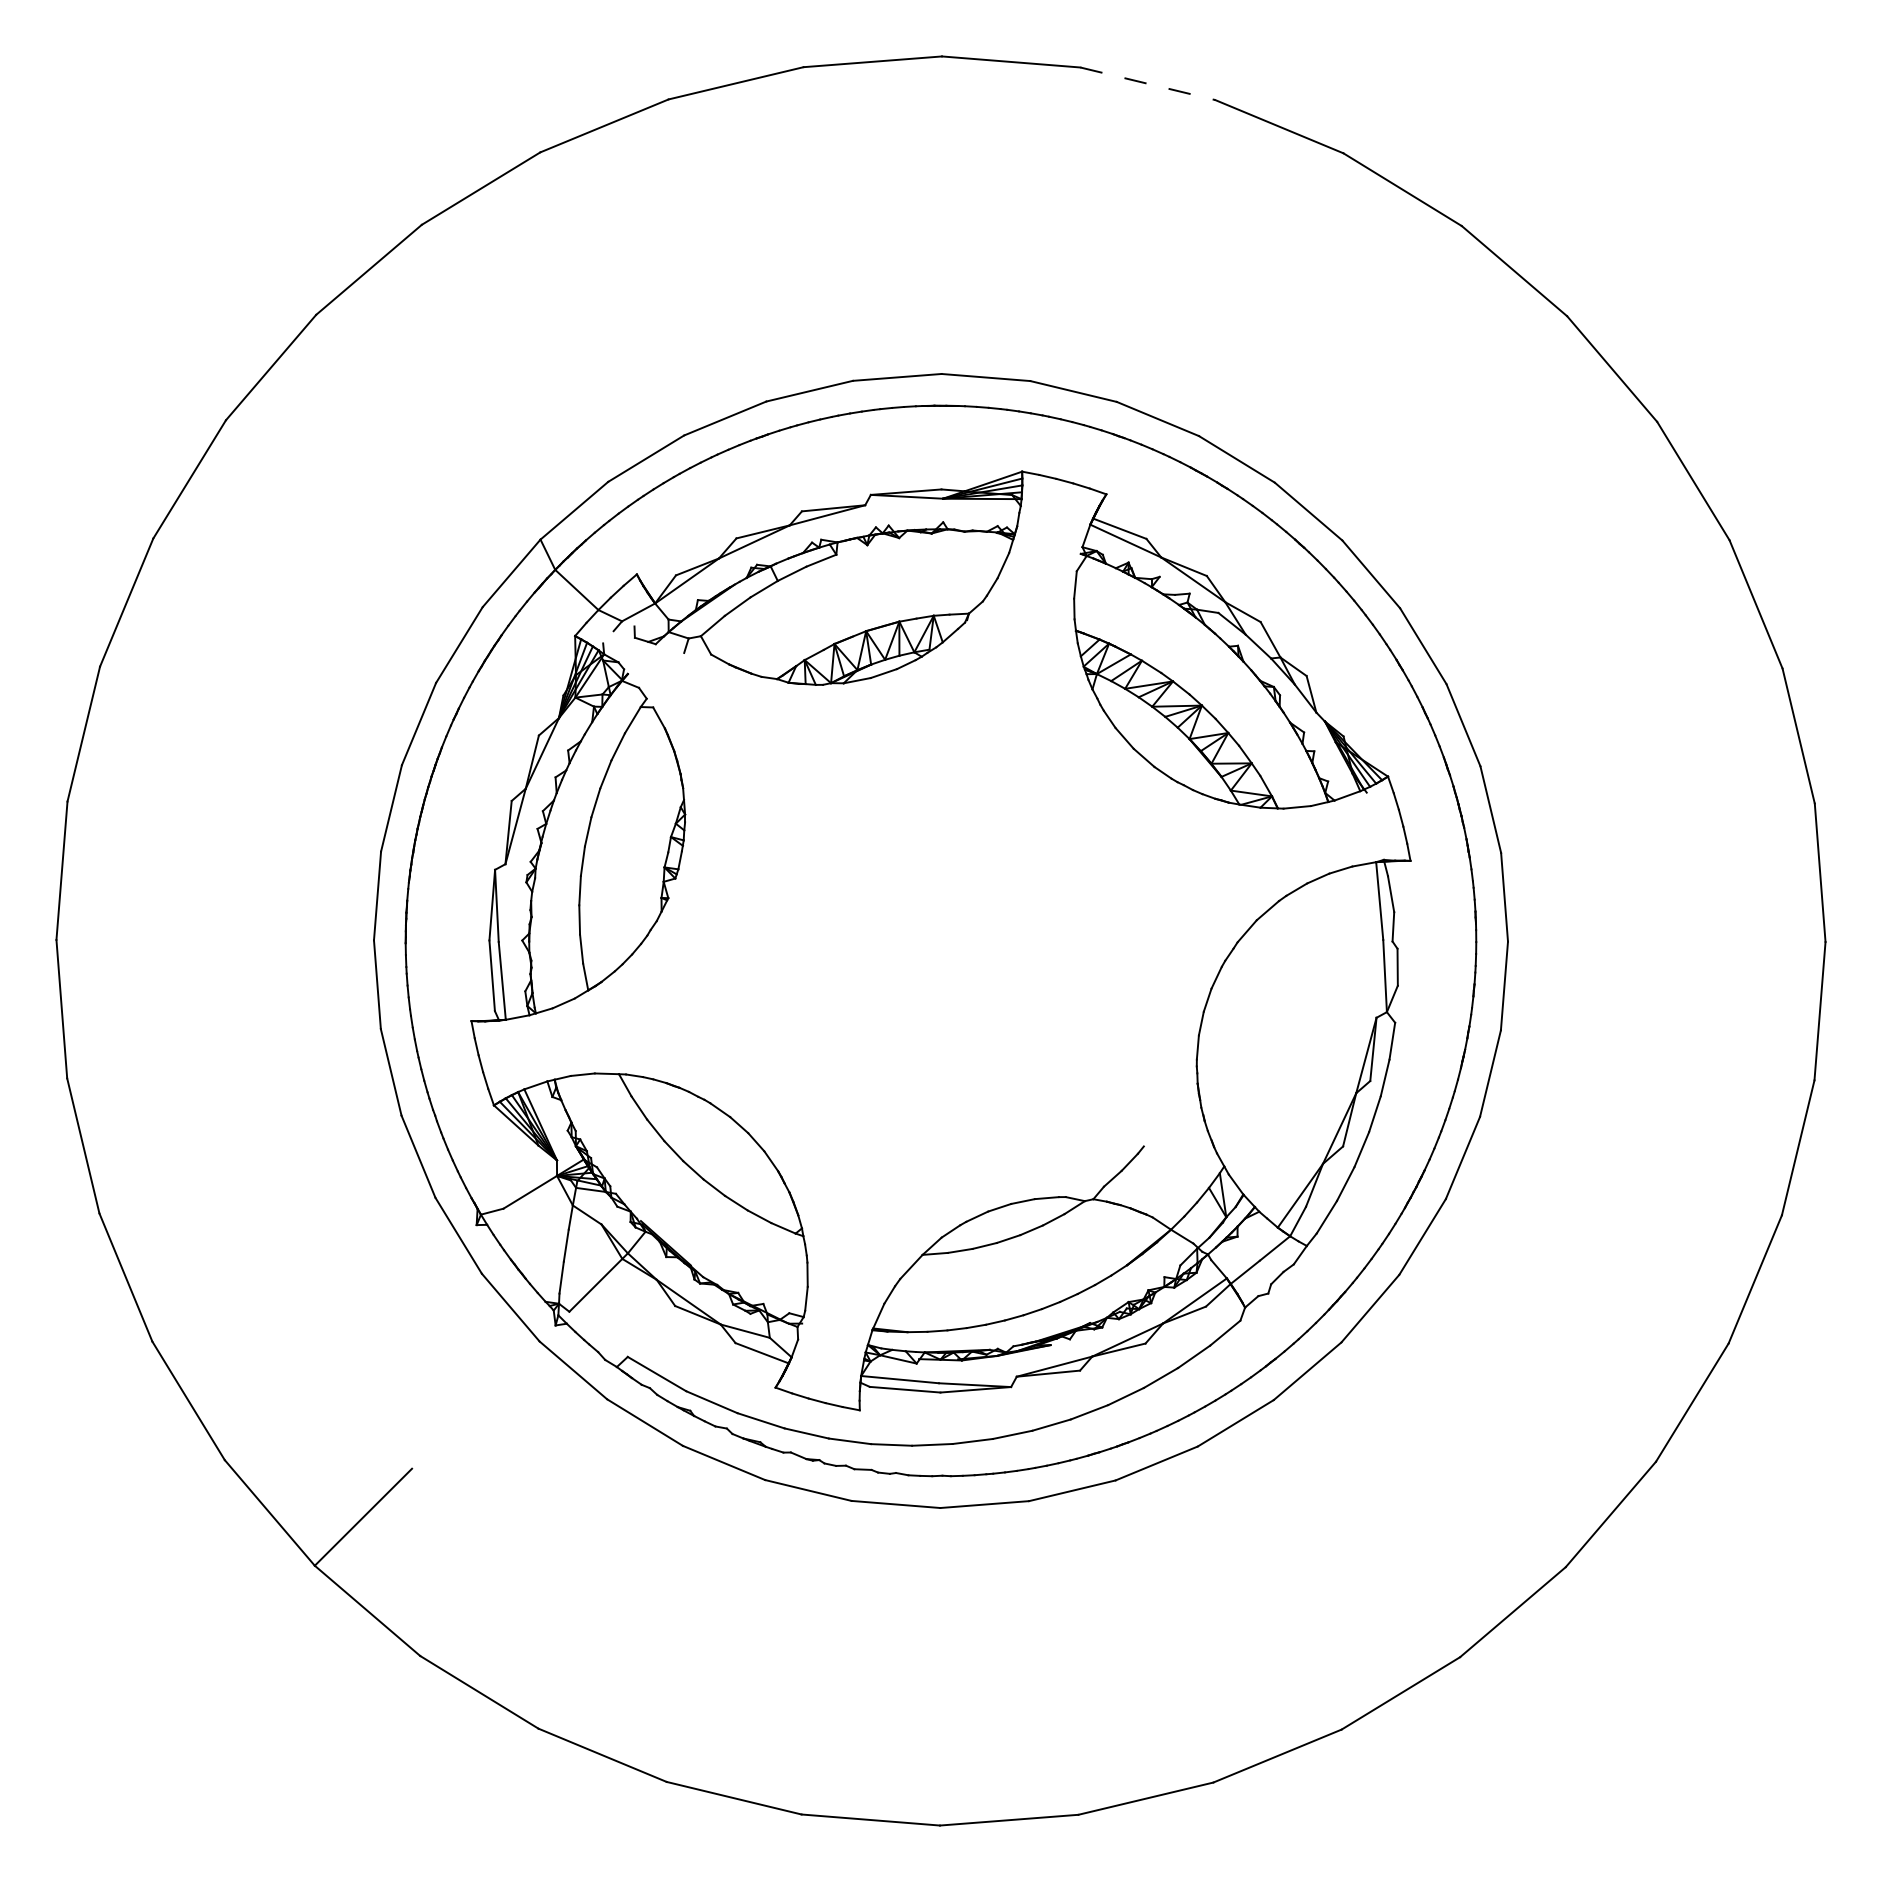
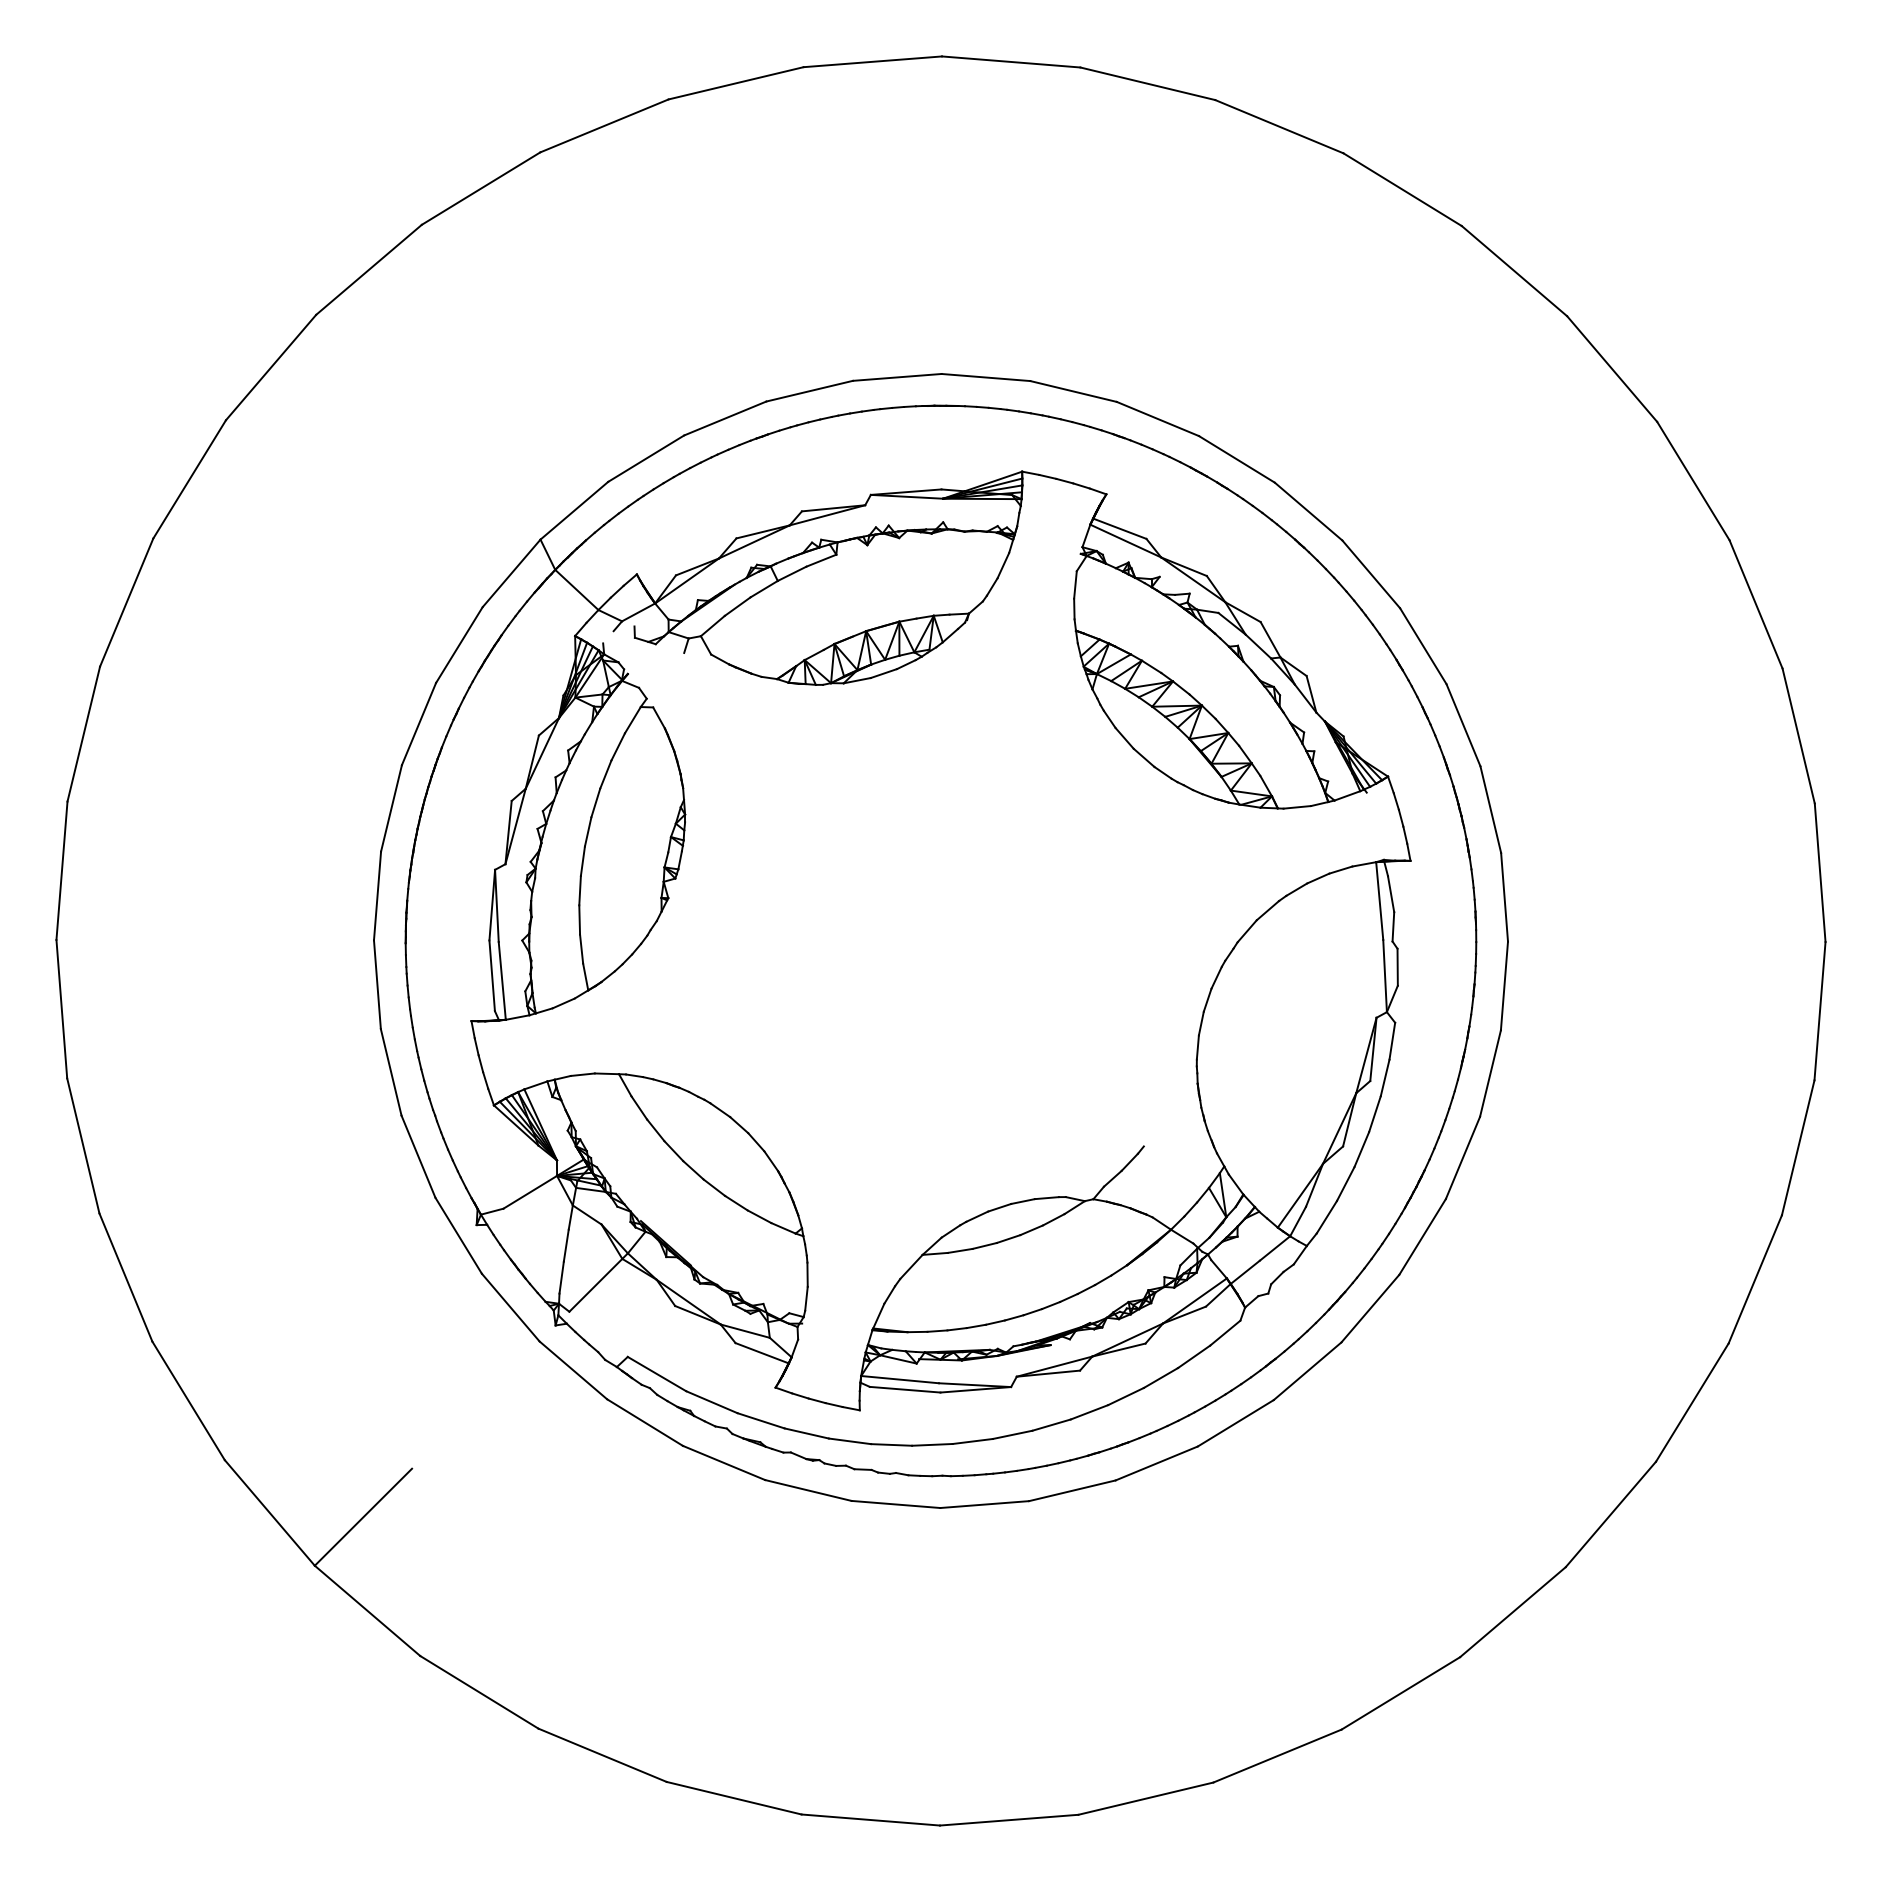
line at (1148, 83): dashed -> solid
